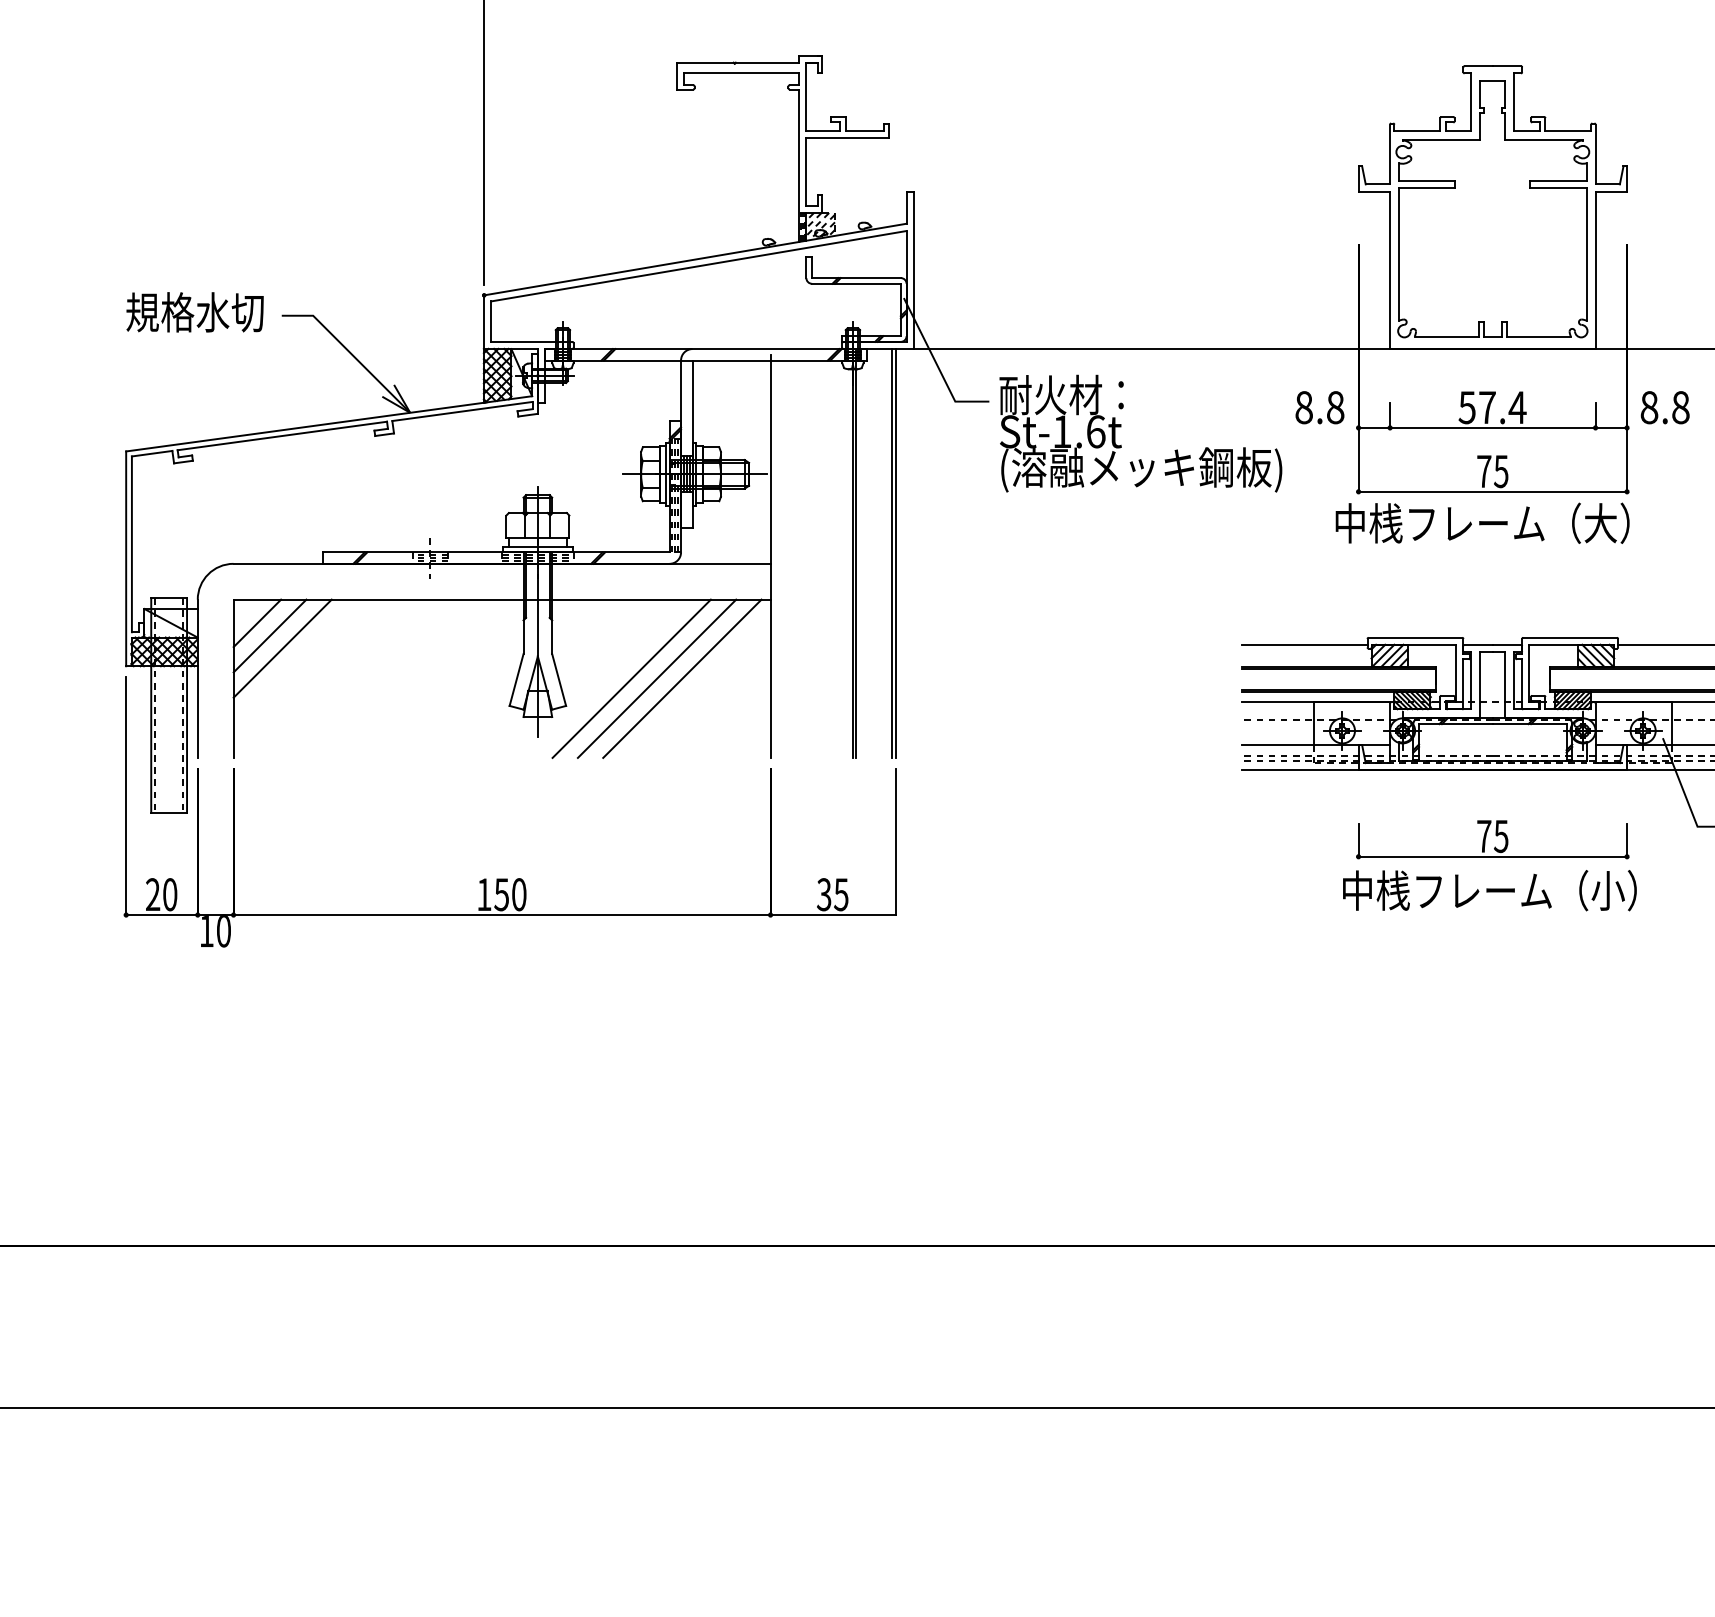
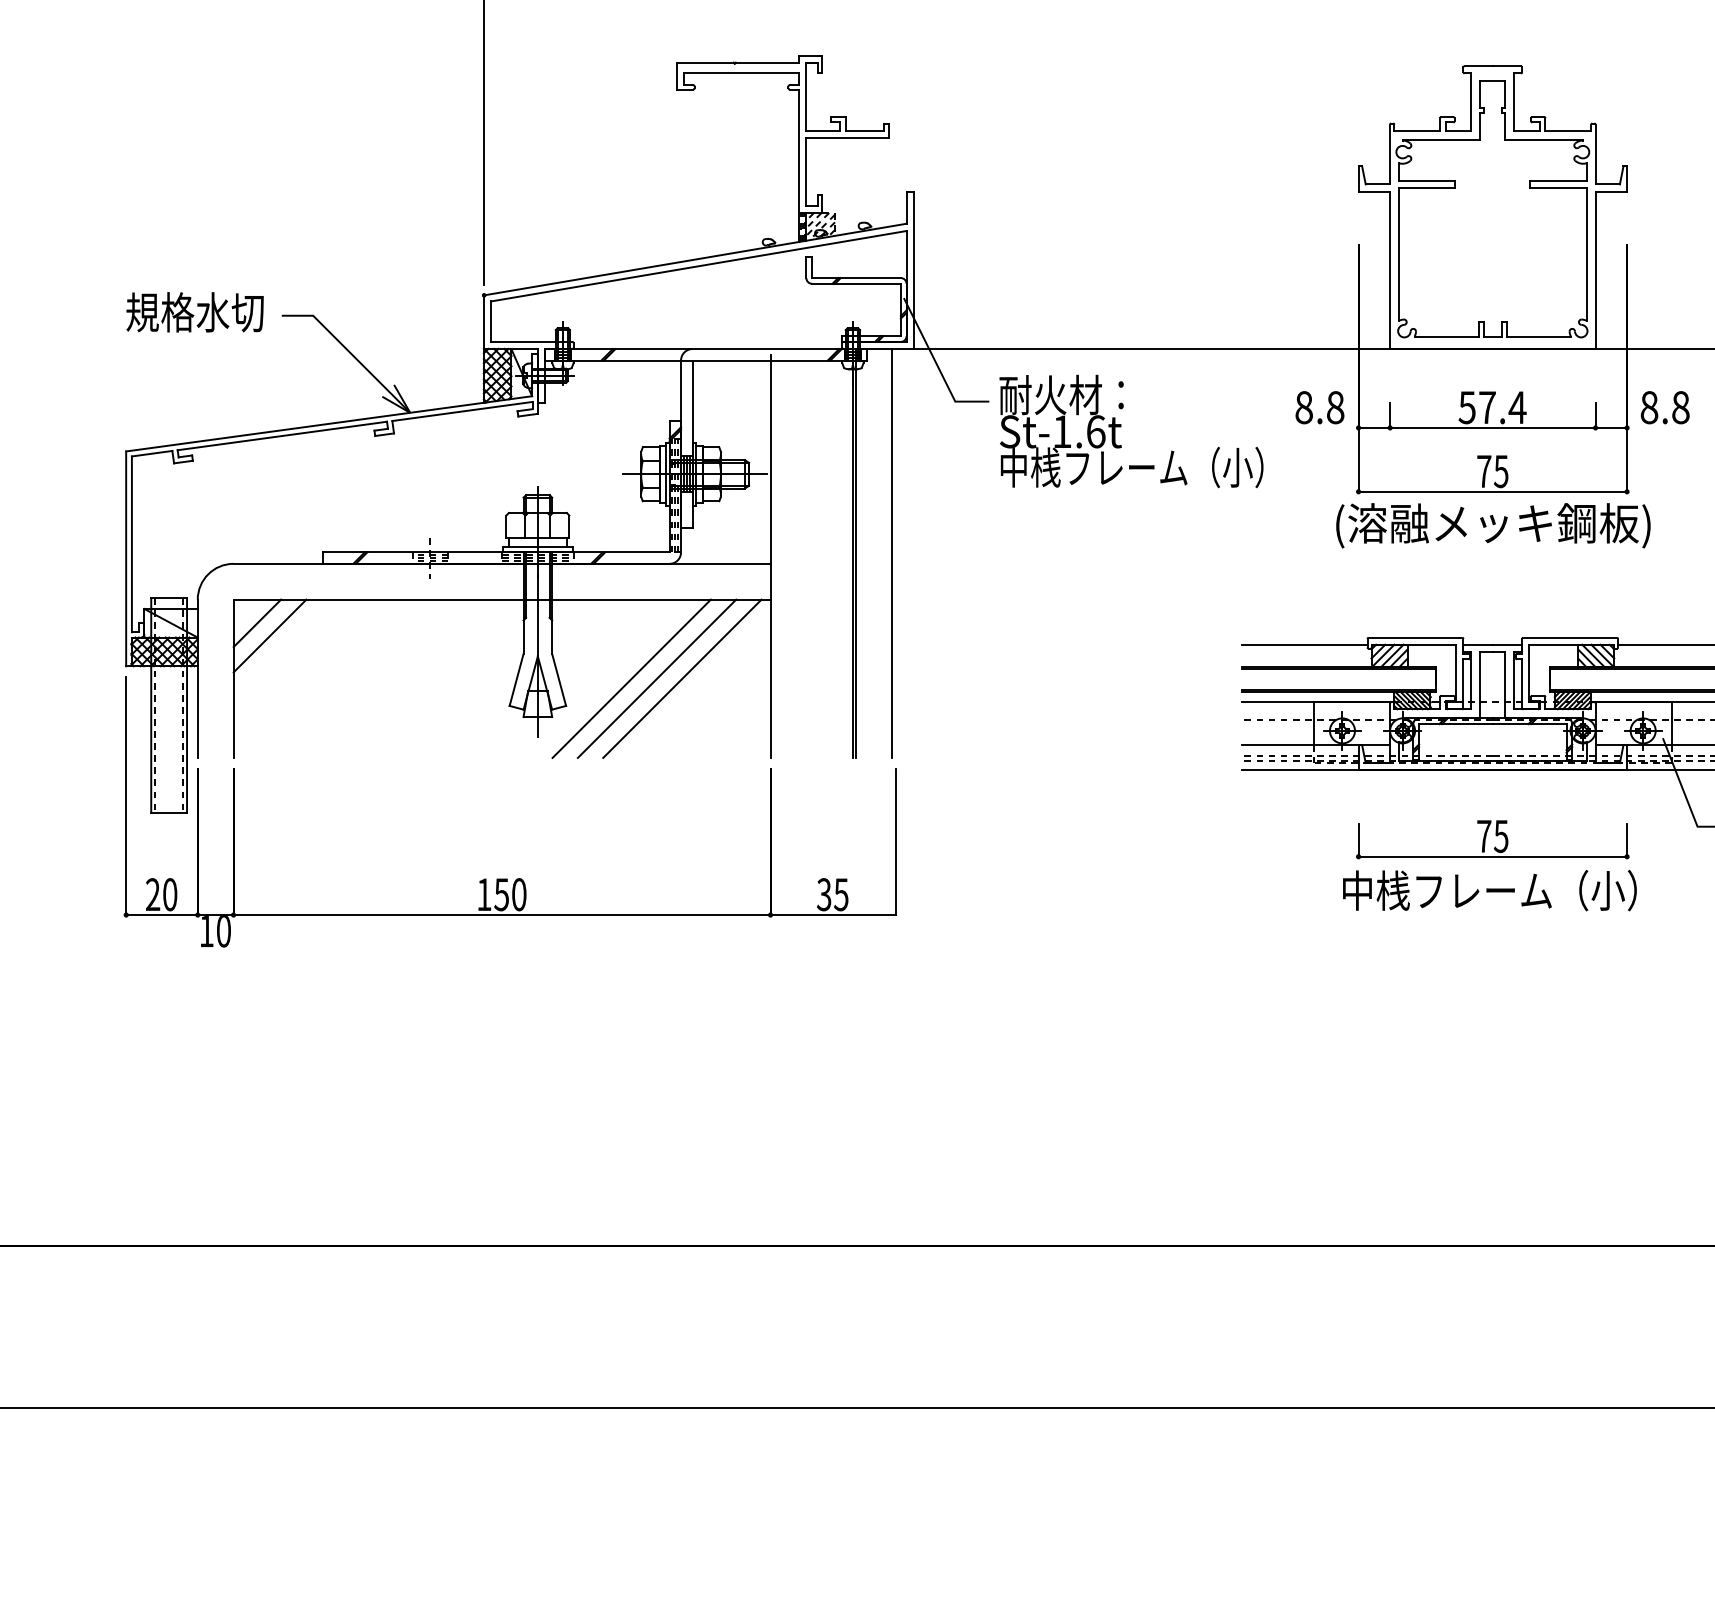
text at (1141, 469): (溶融メッキ鋼板) -> 中桟フレーム（小）
text at (1492, 525): 中桟フレーム（大） -> (溶融メッキ鋼板)
line at (895, 553): present -> none
line at (282, 648): present -> none
